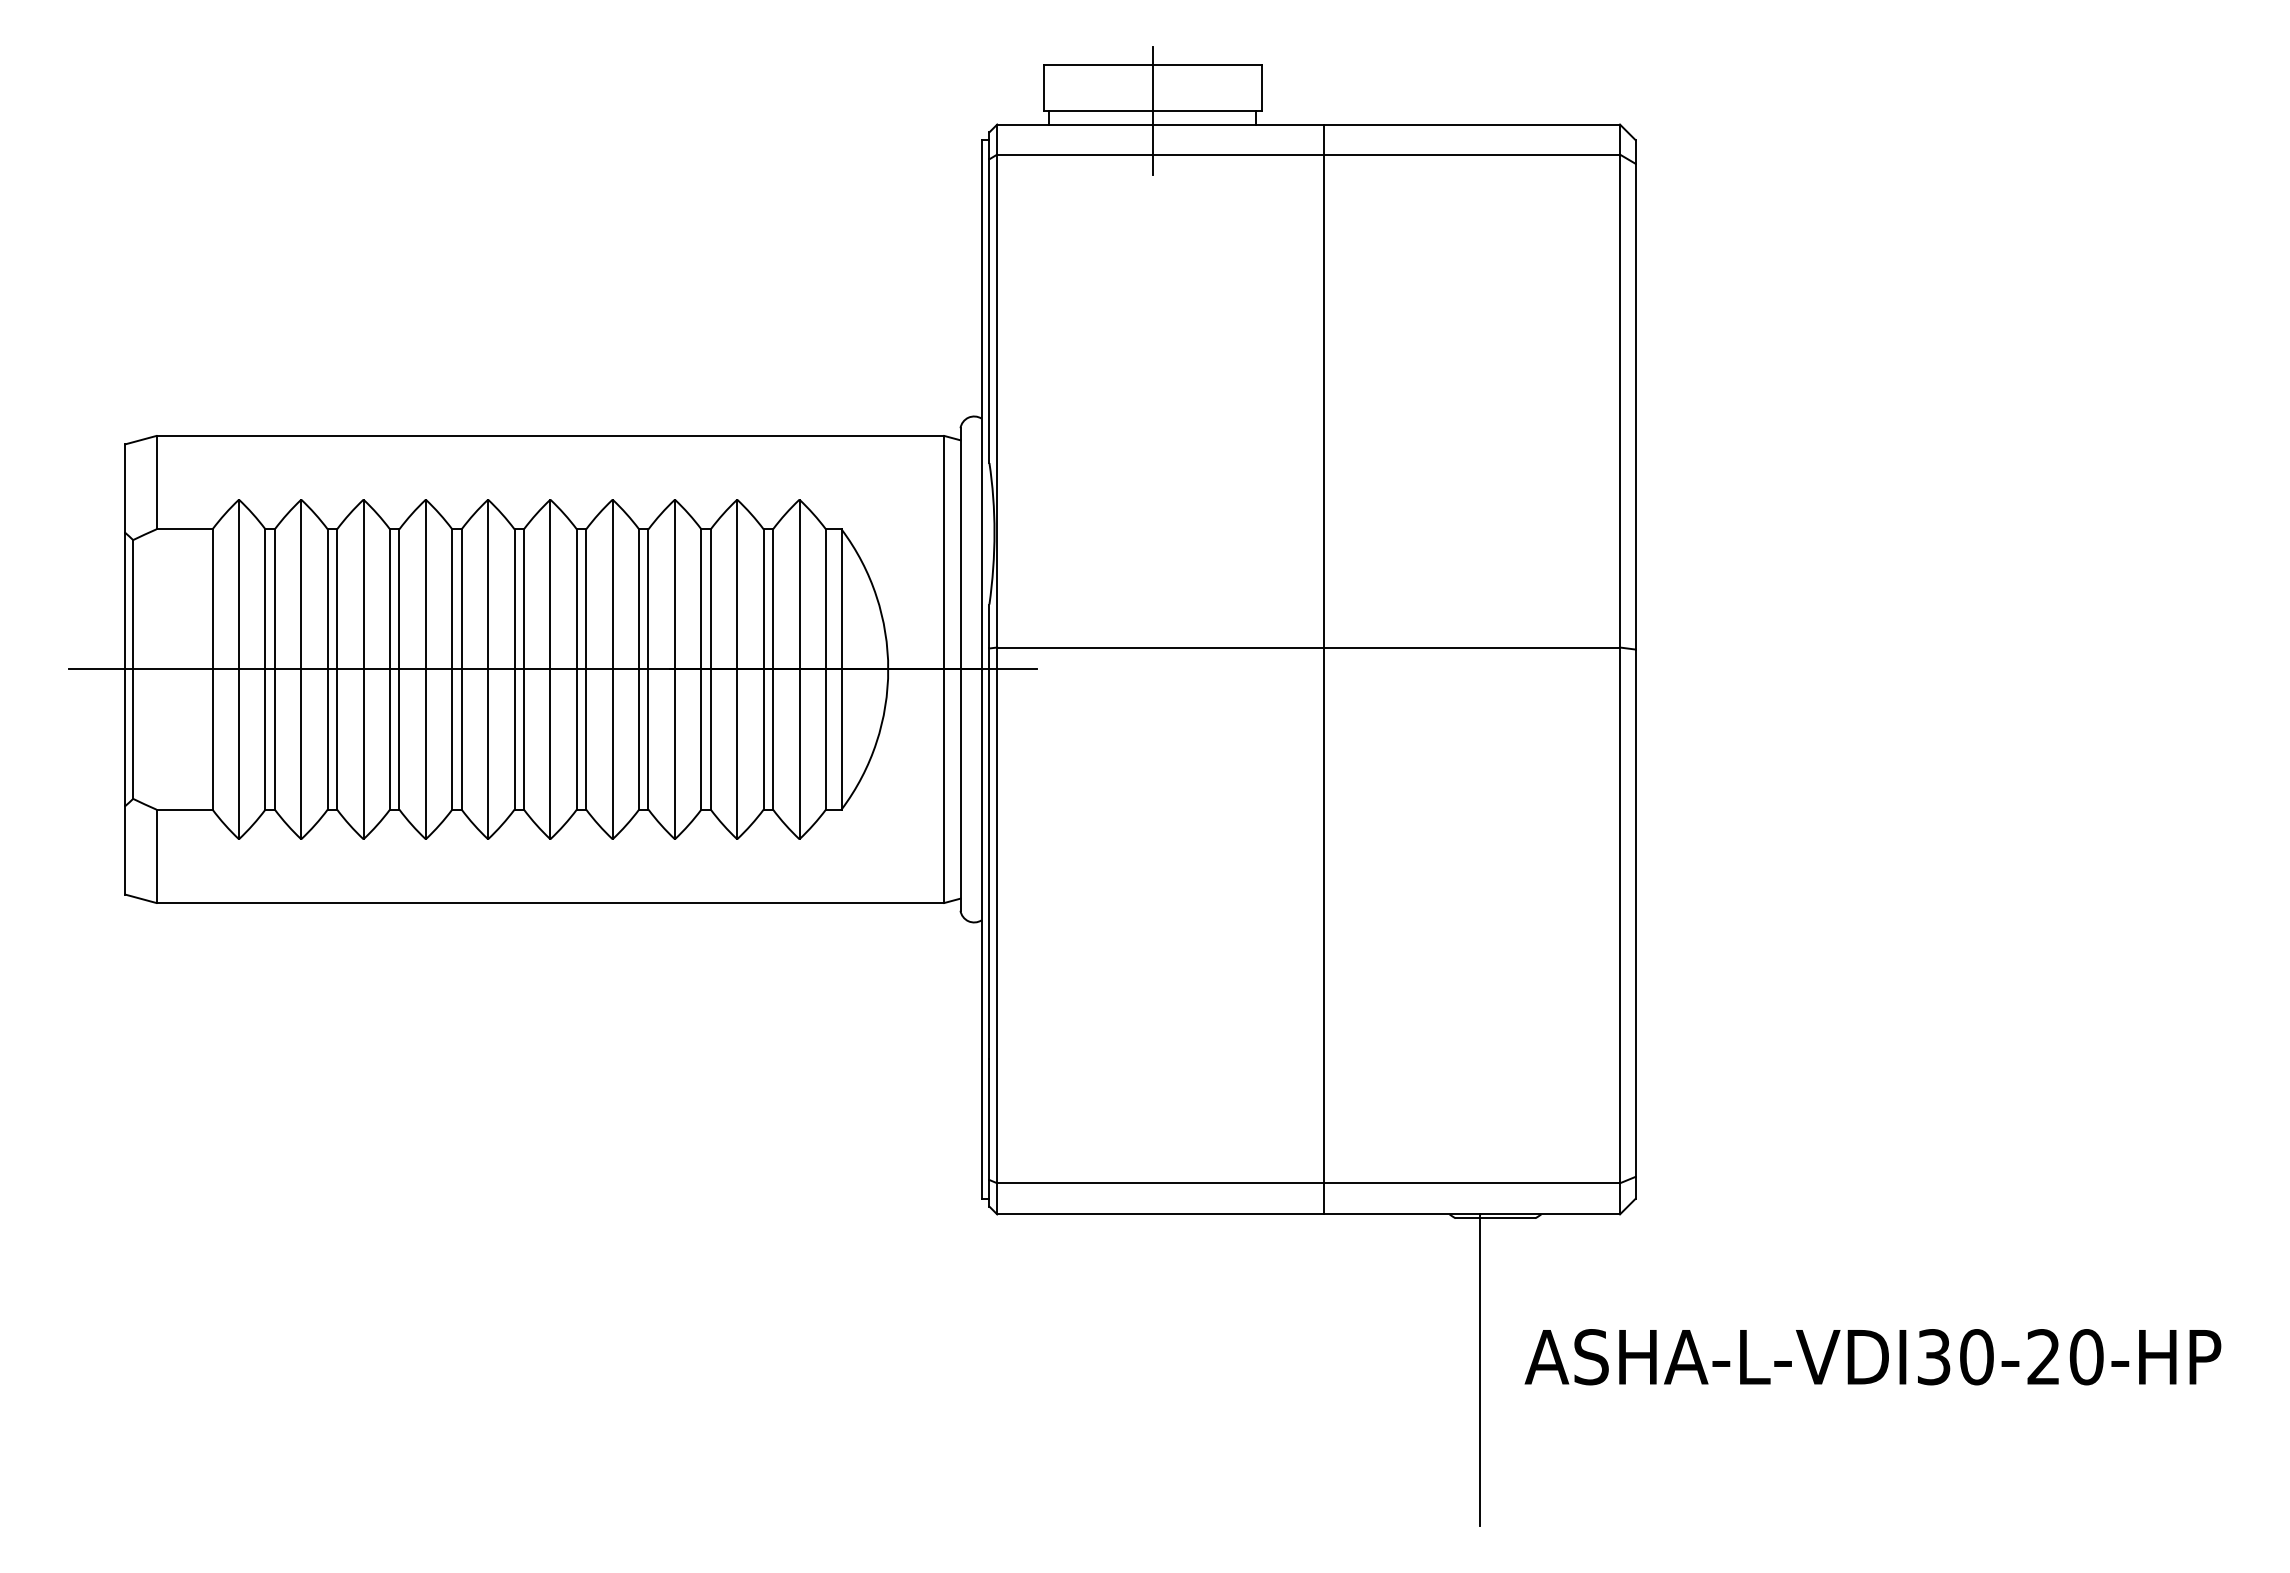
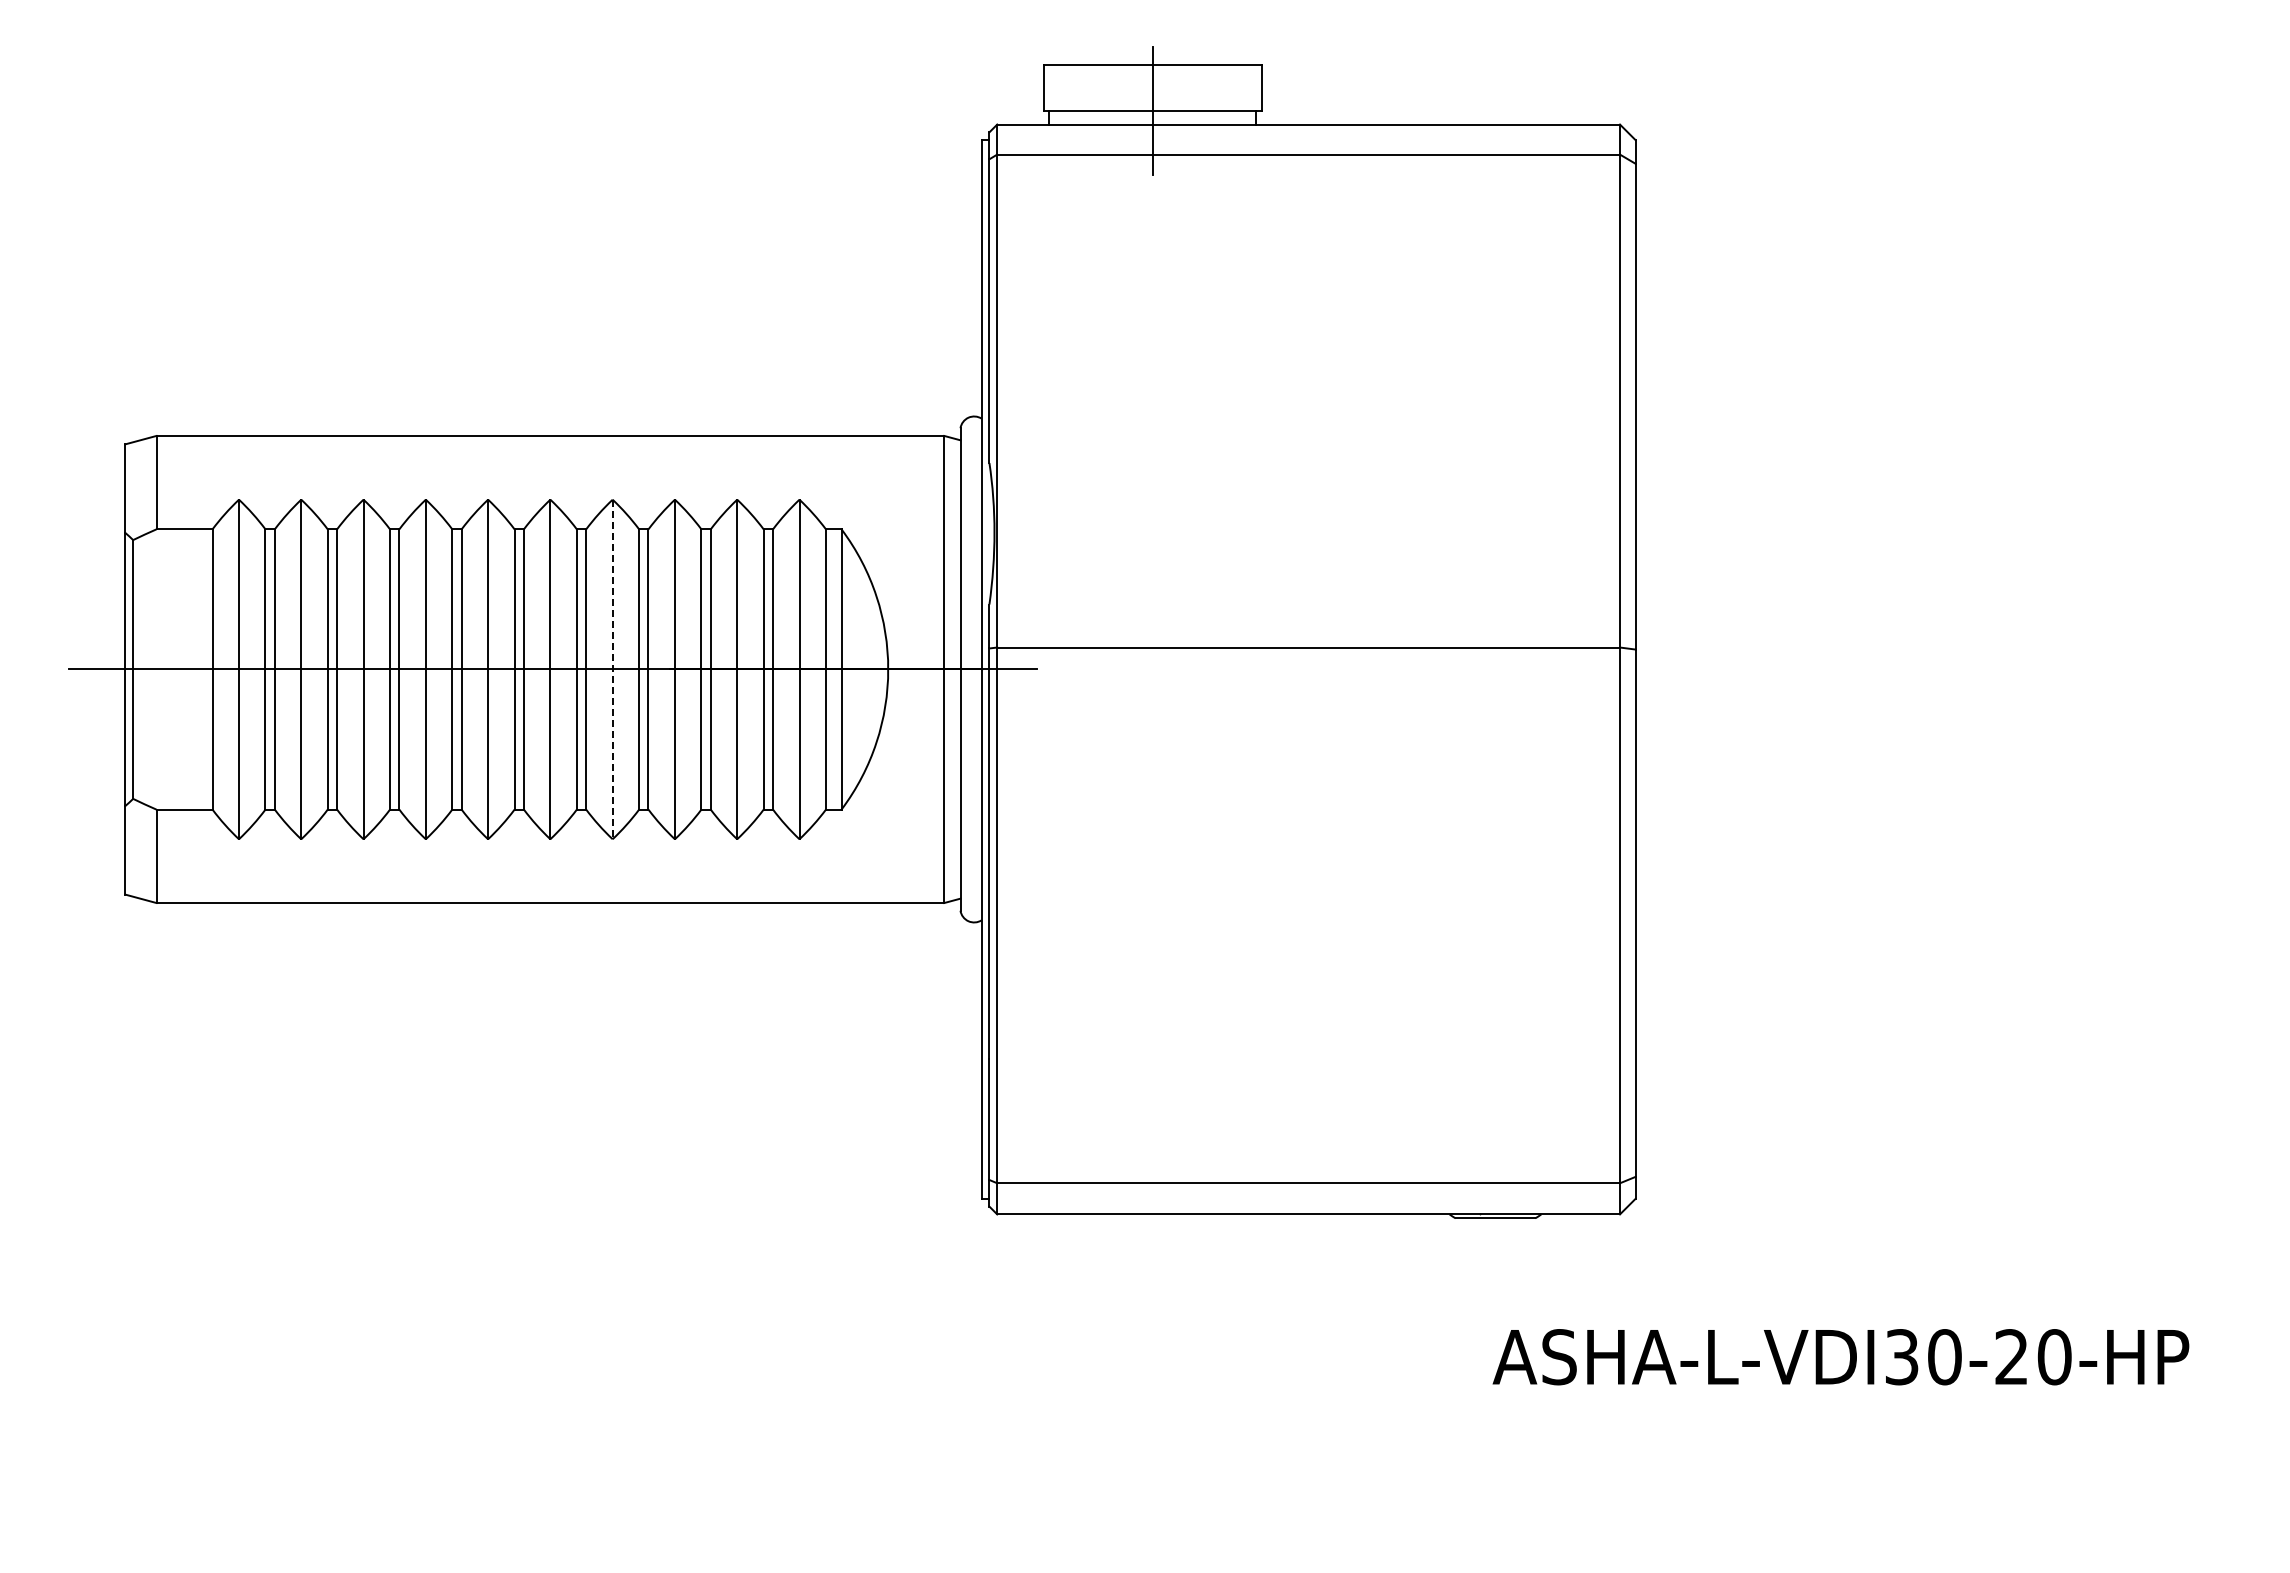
line at (612, 669): solid -> dashed
line at (1324, 669): present -> none
text at (1872, 1357) position: (1872, 1357) -> (1840, 1357)
line at (1479, 1369): present -> none
